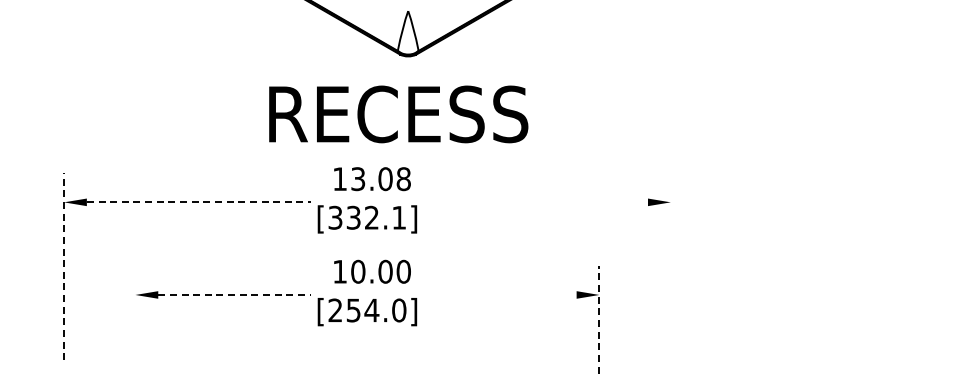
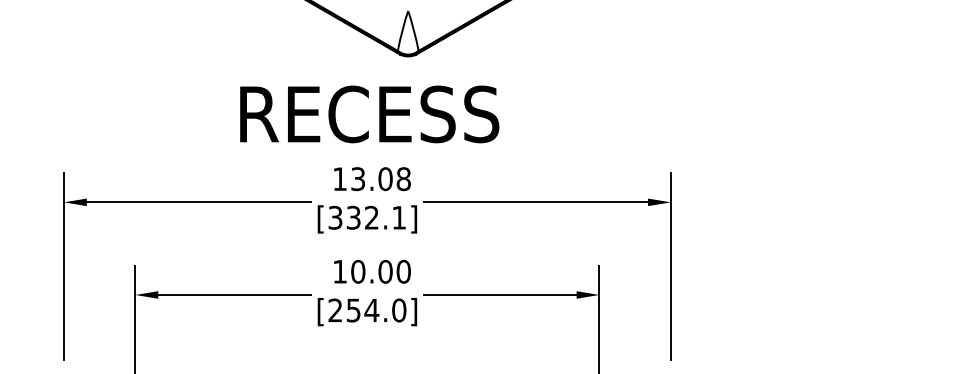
text at (398, 114) position: (398, 114) -> (369, 114)
line at (198, 202): dashed -> solid
line at (536, 202): none -> present
line at (64, 266): dashed -> solid
line at (670, 266): none -> present
line at (235, 294): dashed -> solid
line at (500, 294): none -> present
line at (135, 317): none -> present
line at (599, 319): dashed -> solid
